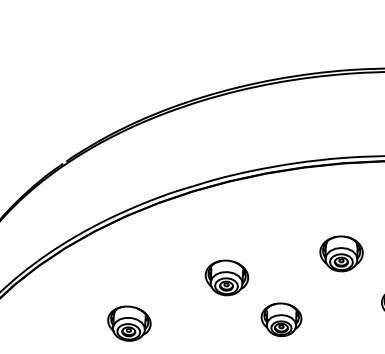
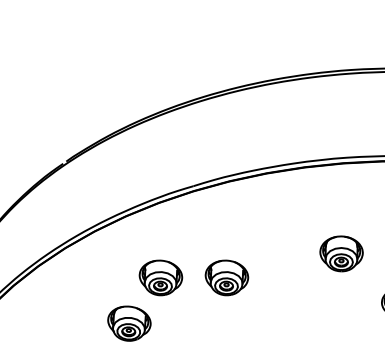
part at (160, 277): none -> present
part at (281, 319): present -> none
